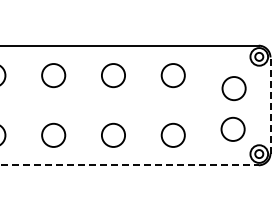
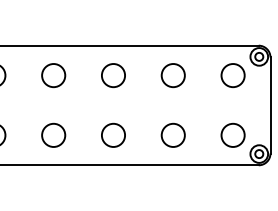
circle at (233, 88) position: (233, 88) -> (232, 75)
line at (270, 105): dashed -> solid
circle at (232, 128) position: (232, 128) -> (232, 134)
line at (129, 165): dashed -> solid
